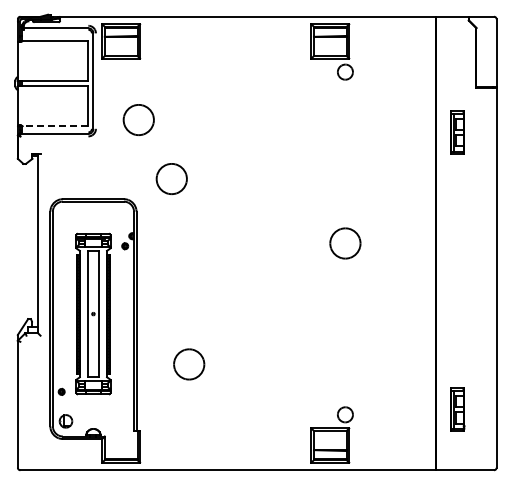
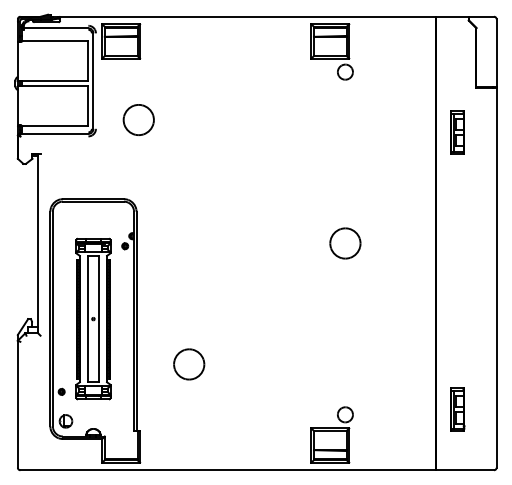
line at (55, 126): dashed -> solid
part at (171, 178): present -> none
part at (93, 313) position: (93, 313) -> (93, 318)
